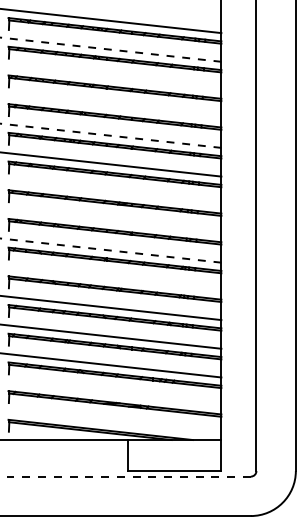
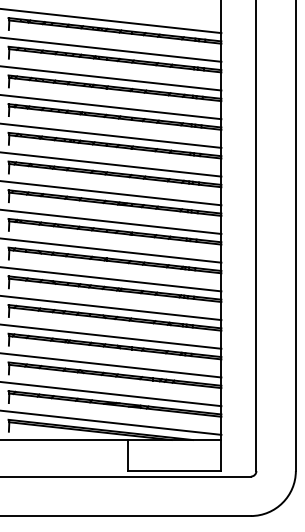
line at (110, 49): dashed -> solid
line at (111, 78): none -> present
line at (111, 107): none -> present
line at (110, 135): dashed -> solid
line at (111, 193): none -> present
line at (111, 221): none -> present
line at (110, 250): dashed -> solid
line at (111, 279): none -> present
line at (111, 394): none -> present
line at (111, 422): none -> present
line at (124, 476): dashed -> solid
